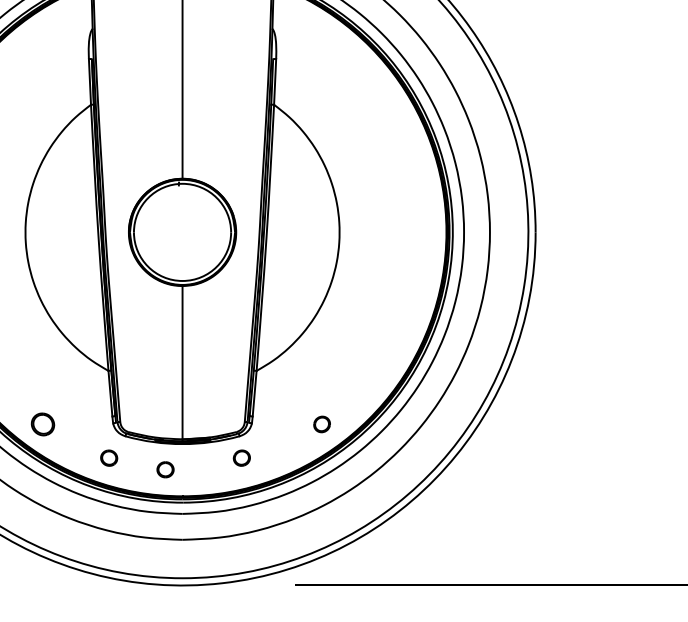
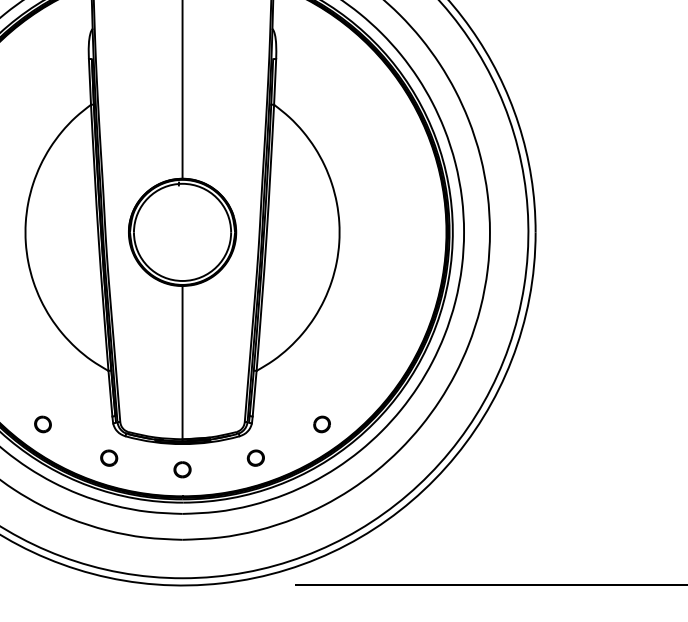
part at (42, 424) size: 26x25 px -> 18x19 px
part at (241, 457) position: (241, 457) -> (255, 457)
part at (165, 469) position: (165, 469) -> (182, 469)
